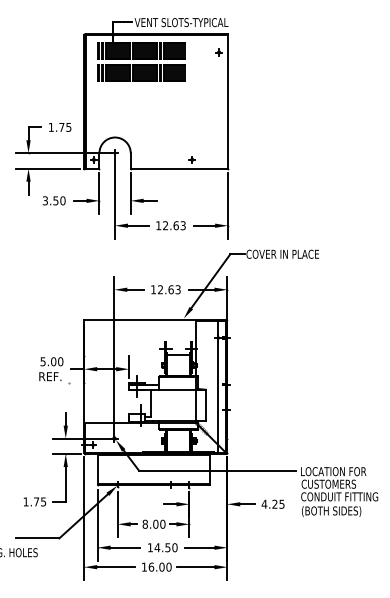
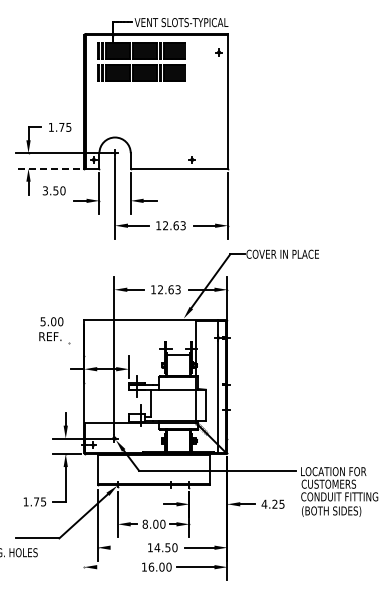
line at (47, 168): solid -> dashed
text at (53, 200) position: (53, 200) -> (53, 190)
part at (54, 370) position: (54, 370) -> (54, 330)
line at (84, 518): present -> none
line at (125, 547): present -> none
line at (115, 567): present -> none
